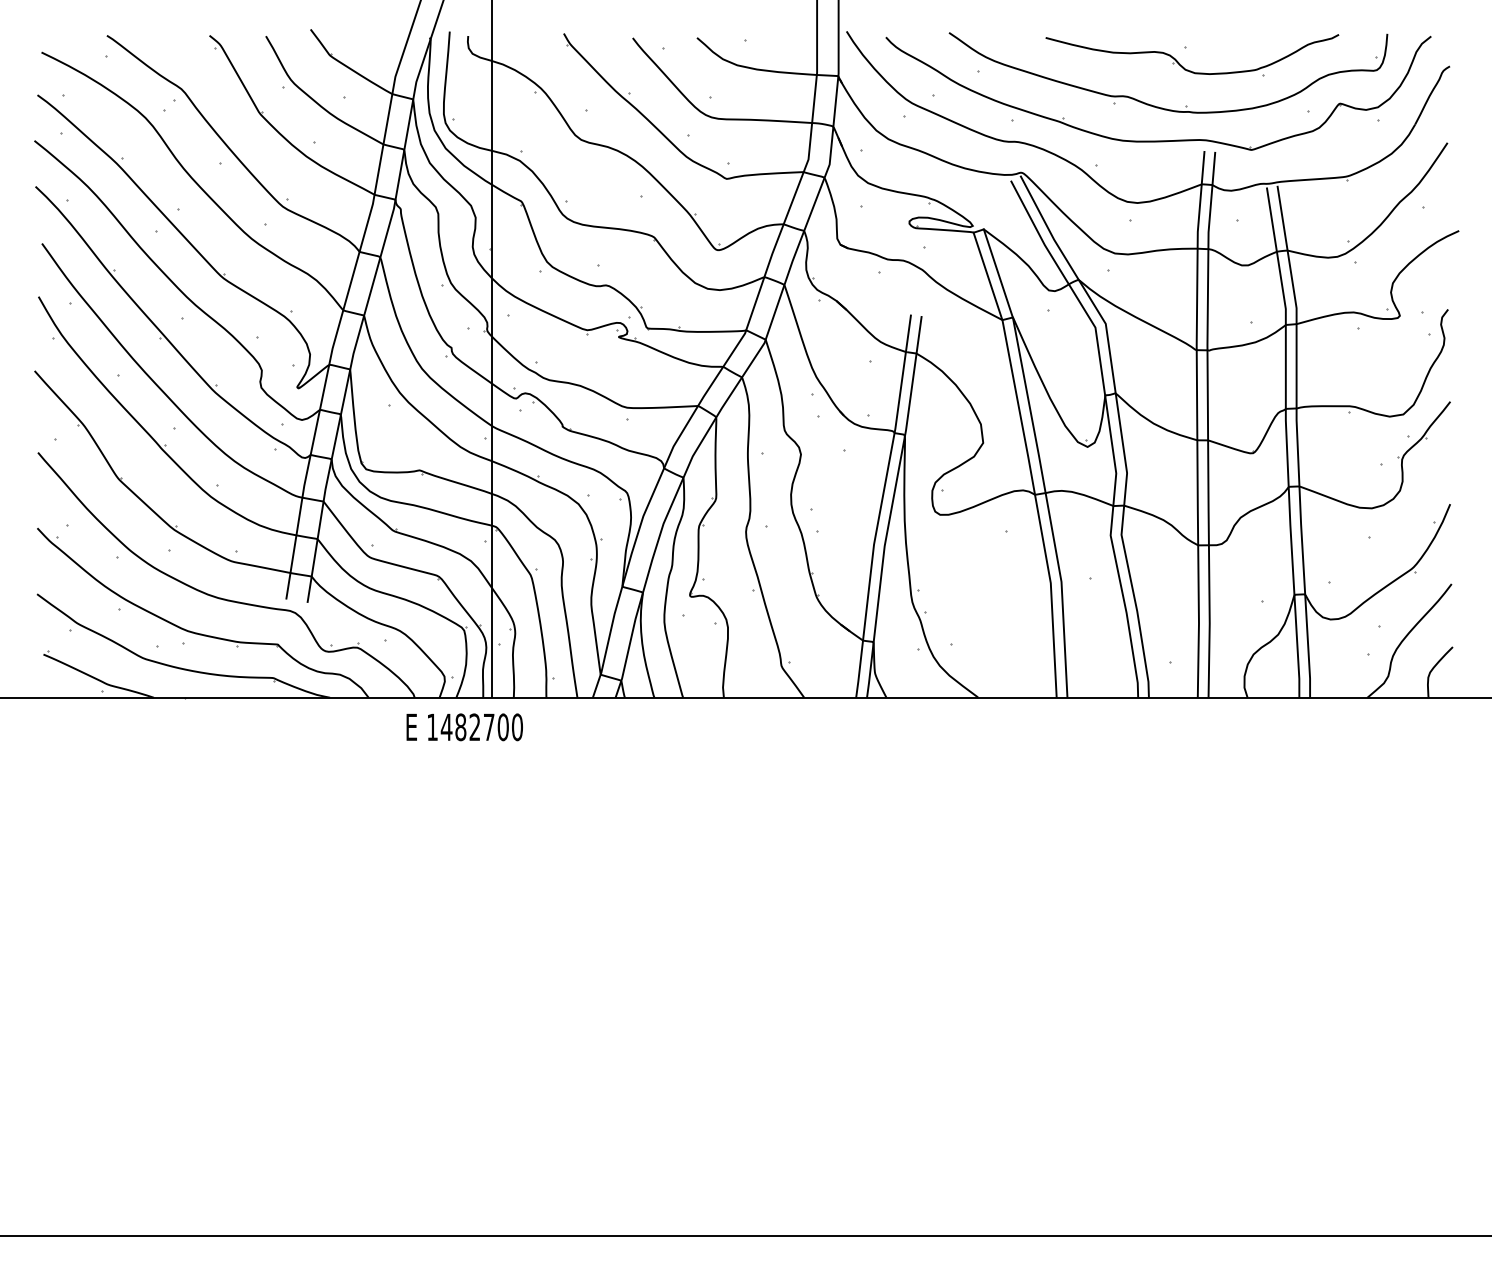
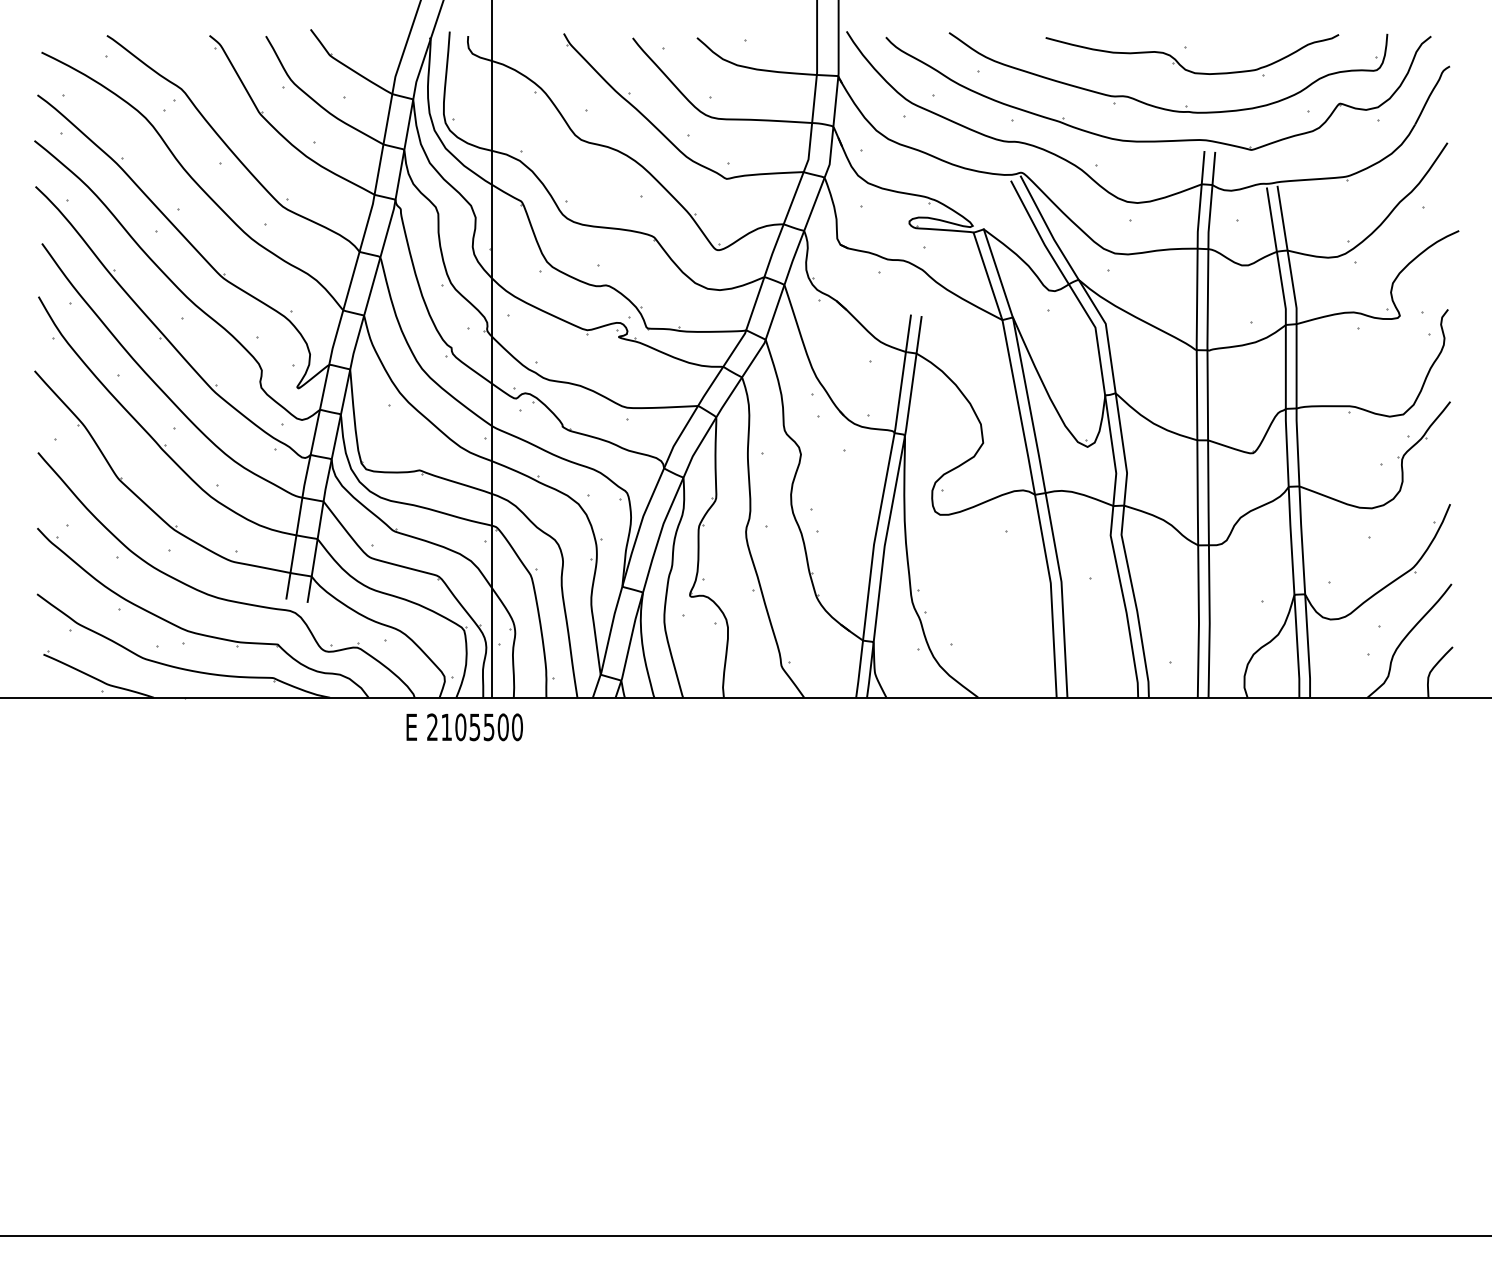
text at (460, 727): 1482700 -> 2105500
